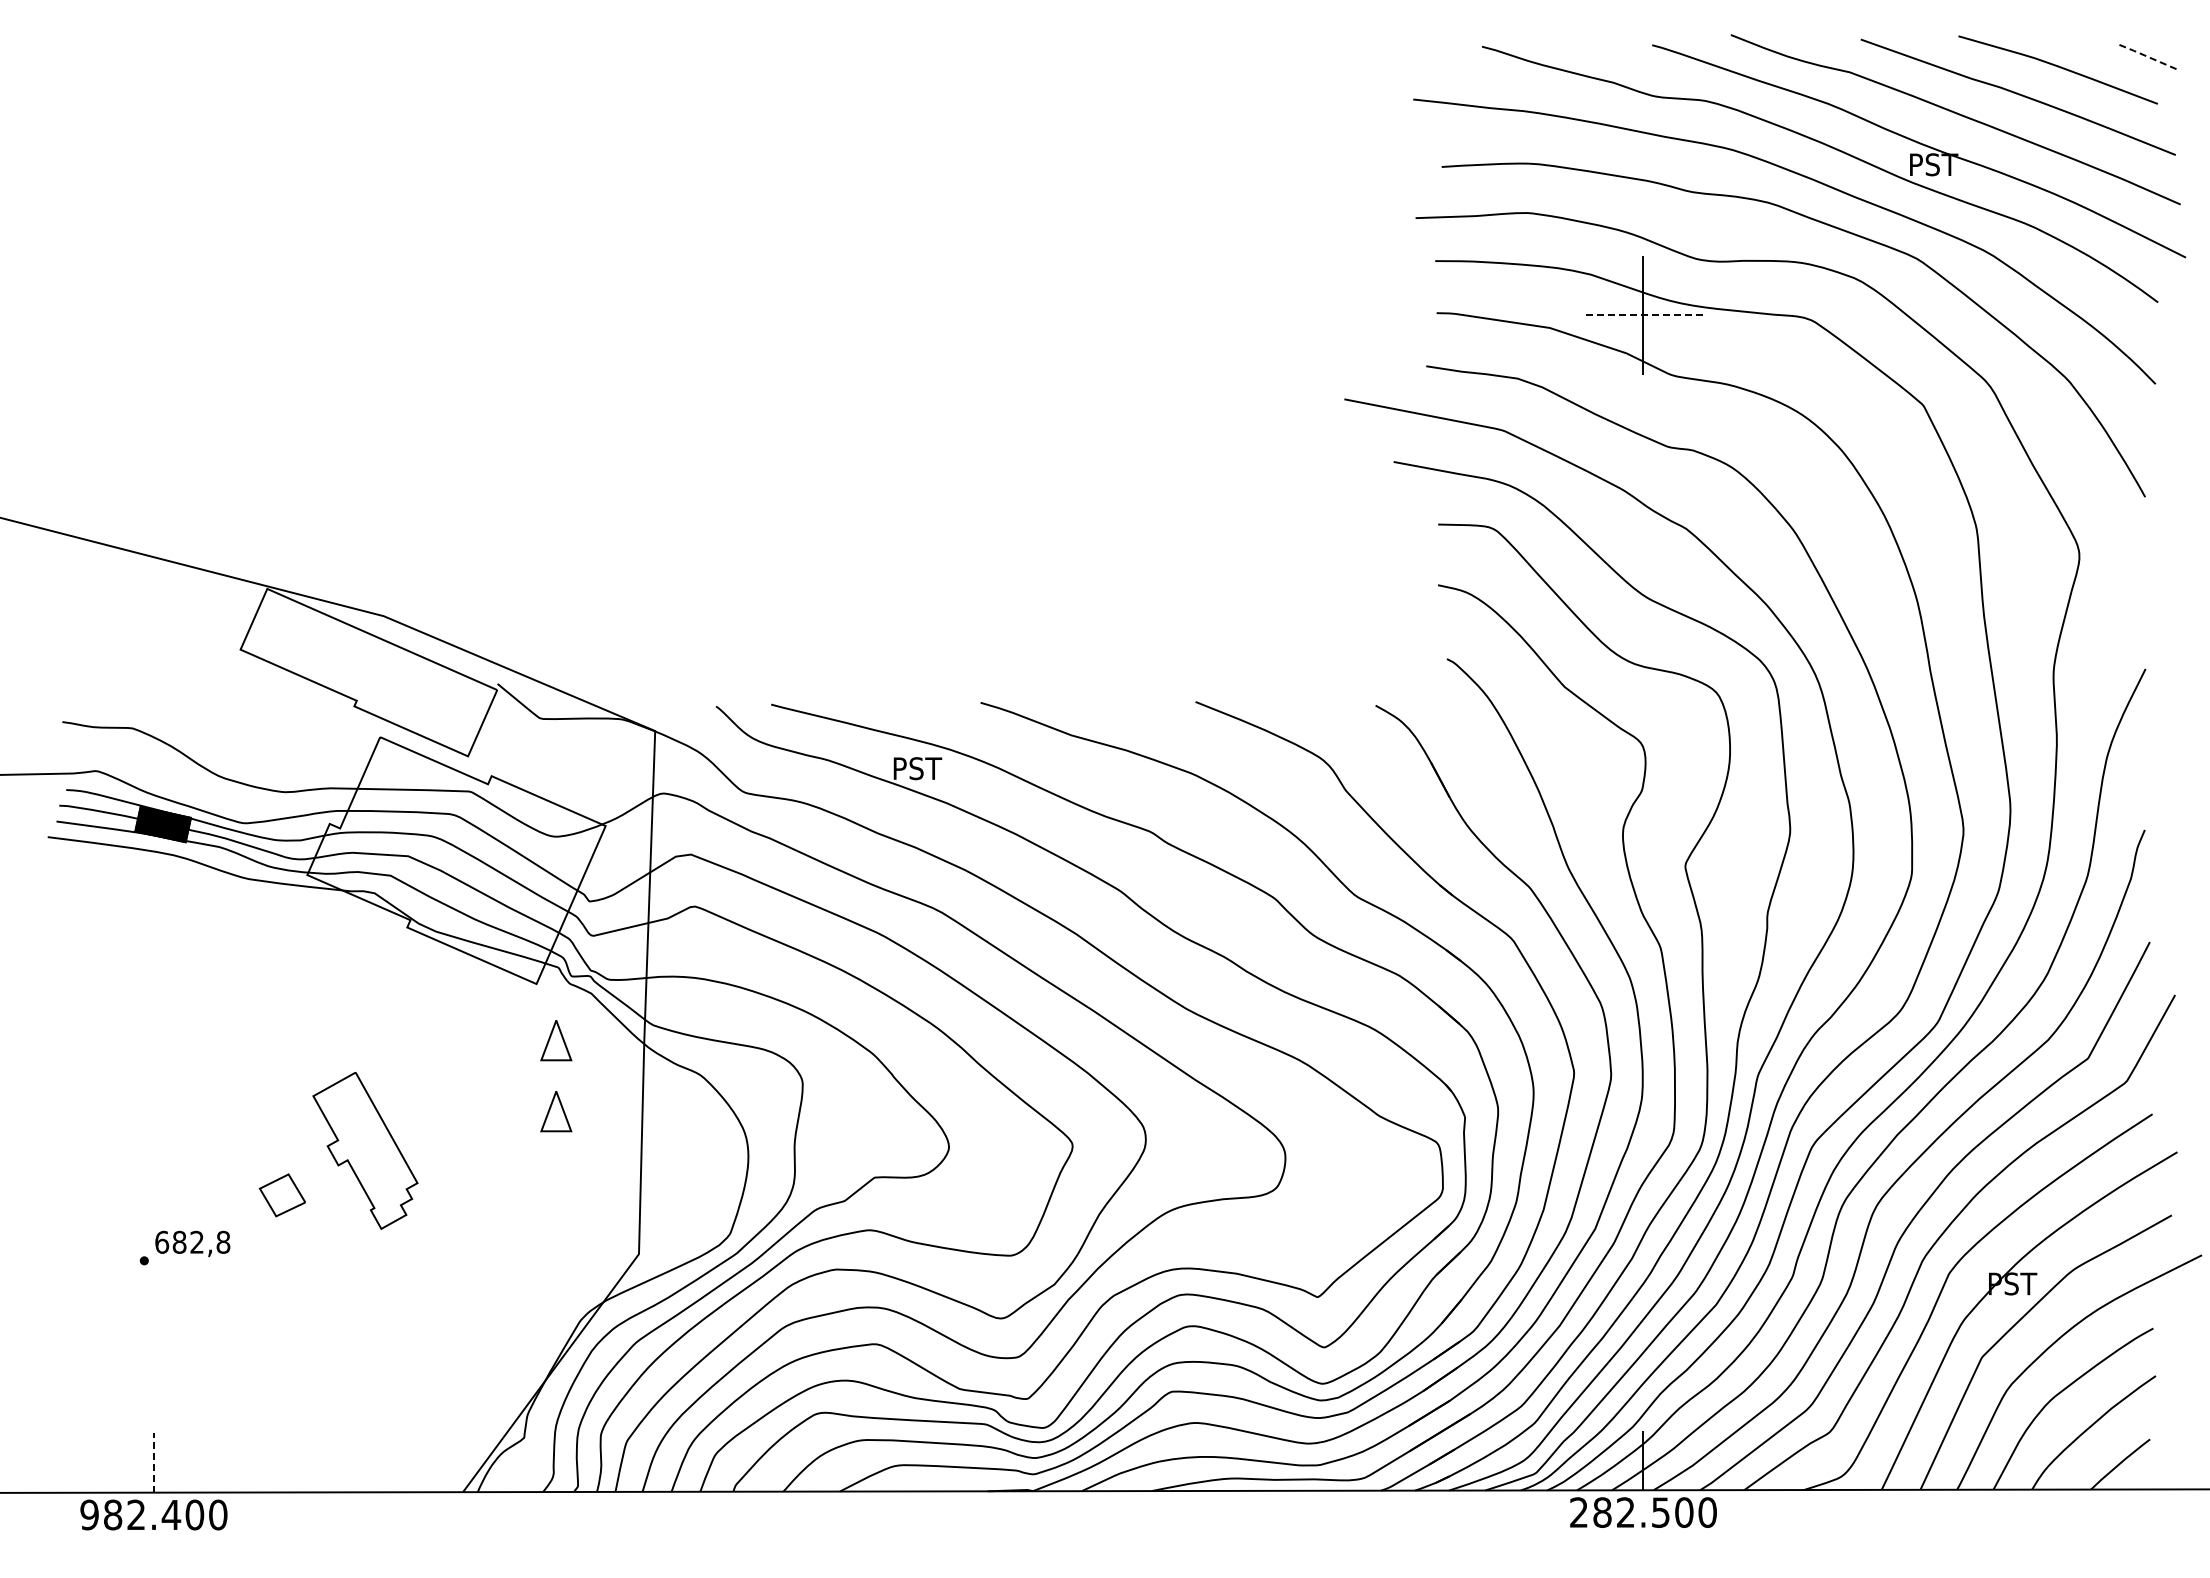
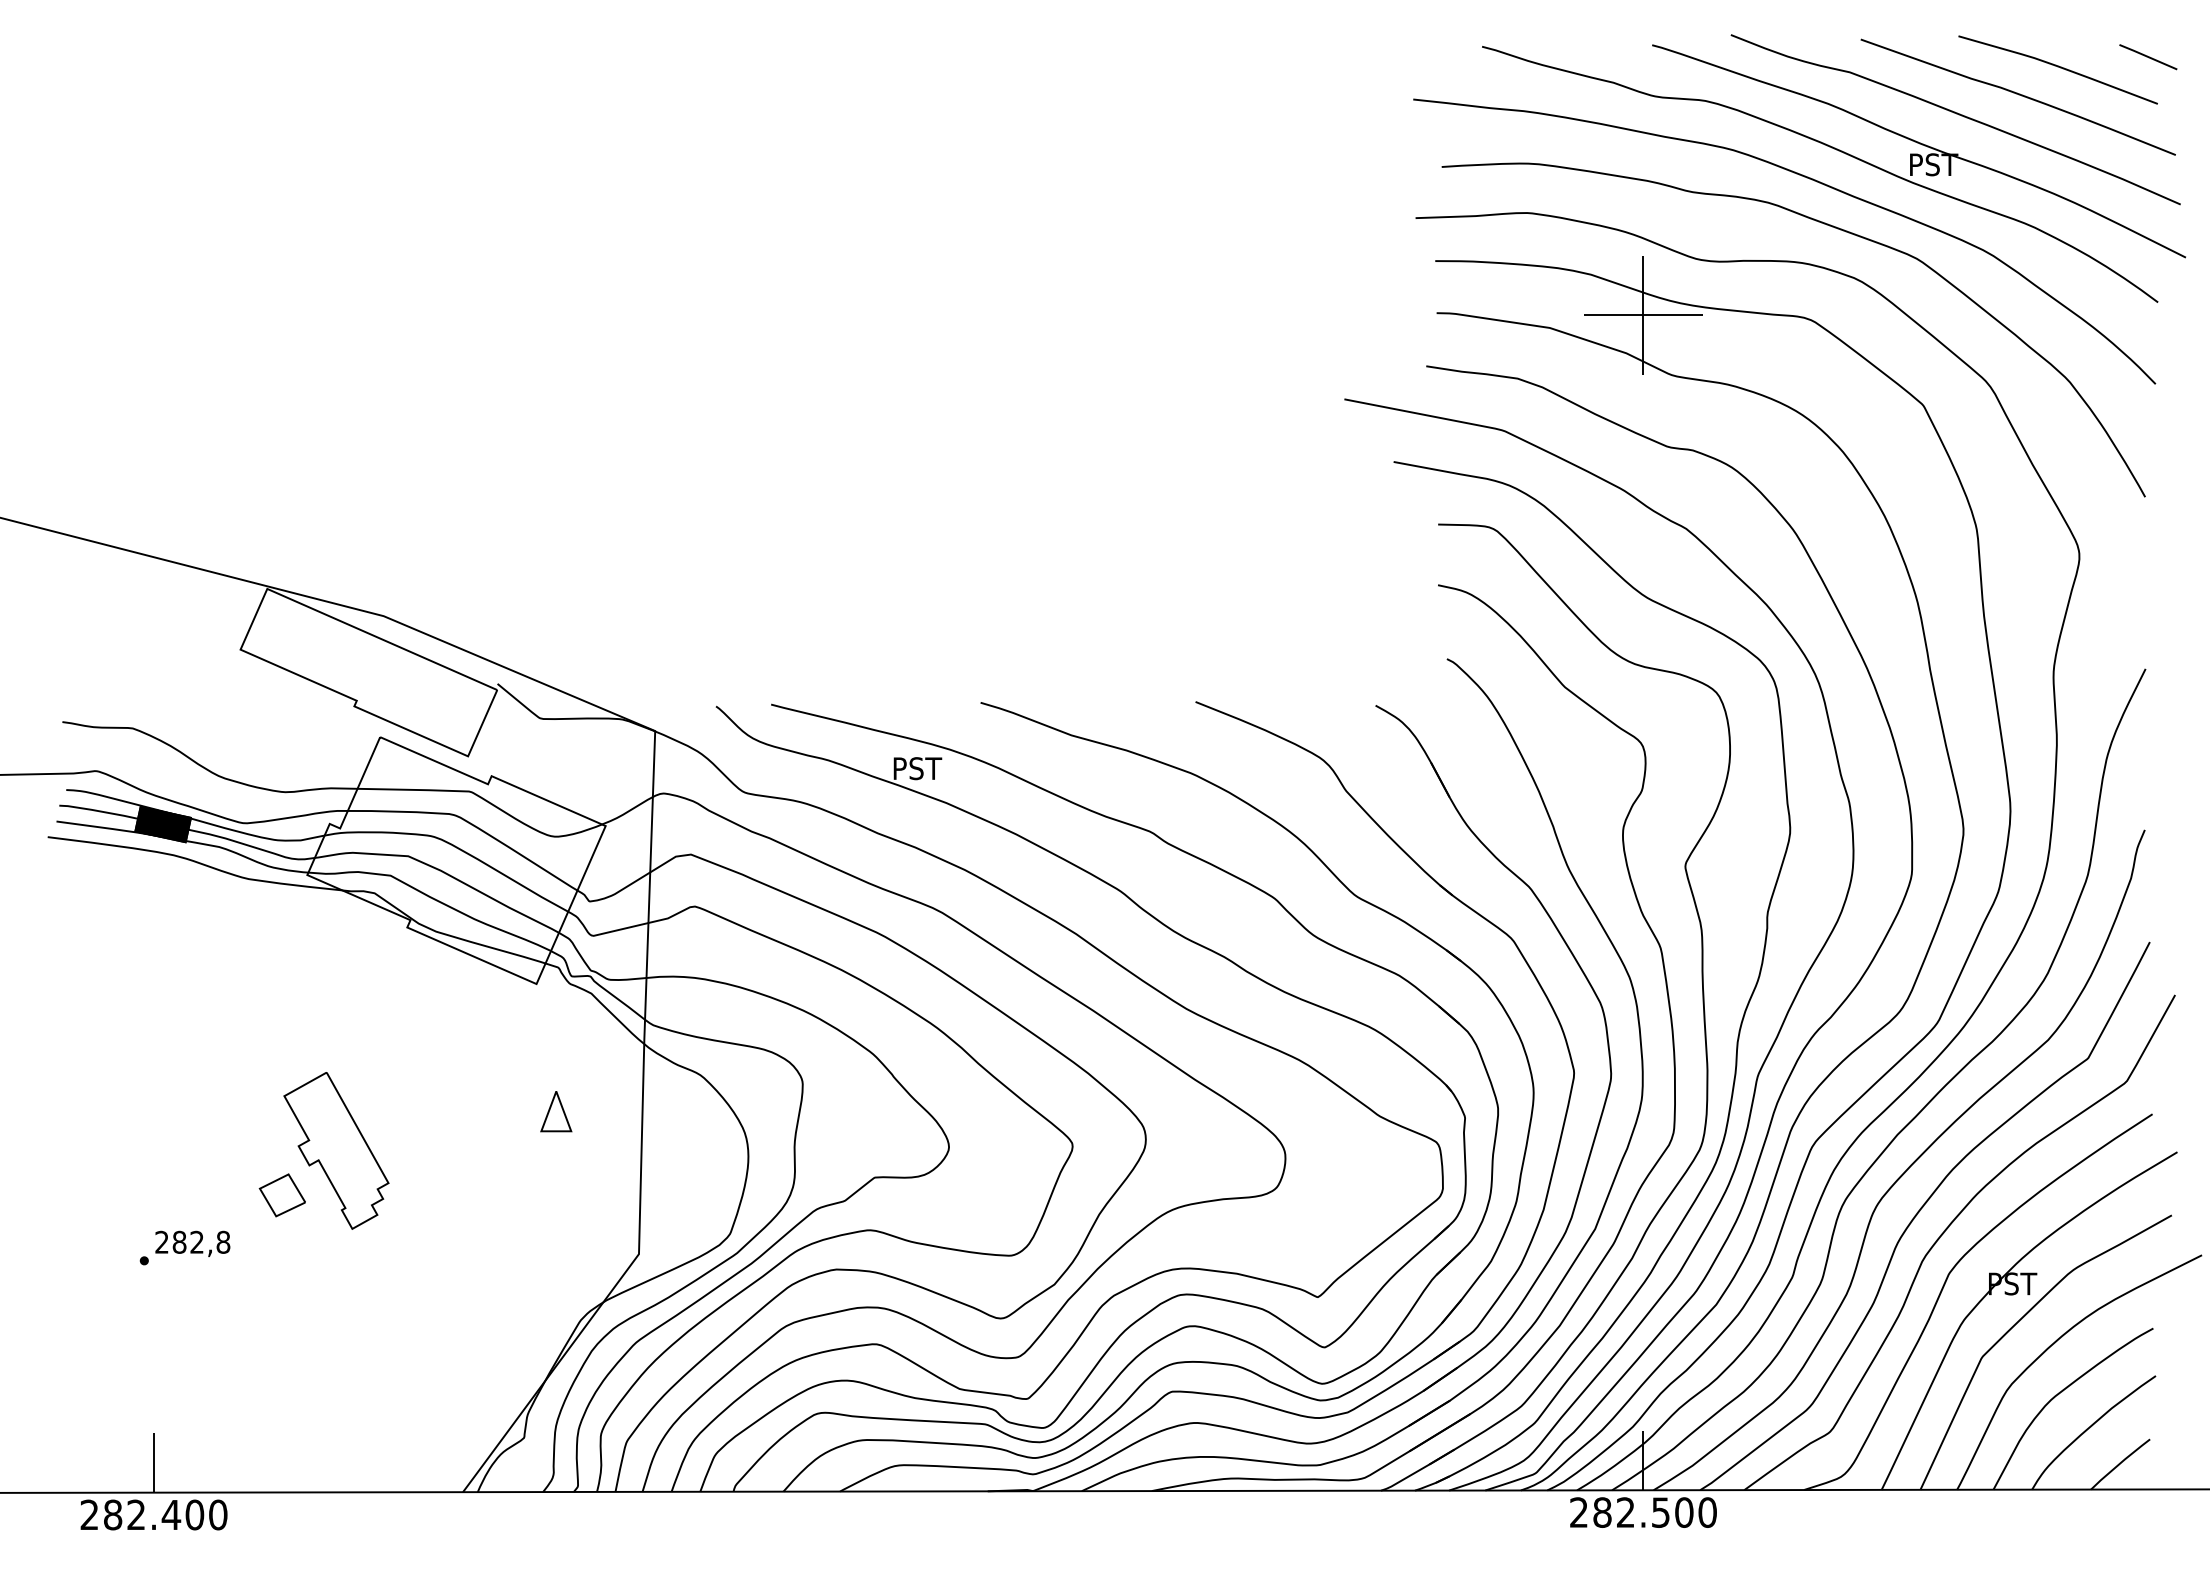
line at (2148, 57): dashed -> solid
line at (1643, 315): dashed -> solid
part at (556, 1040): present -> none
part at (365, 1150) position: (365, 1150) -> (336, 1150)
text at (162, 1241): 682,8 -> 282,8
line at (154, 1462): dashed -> solid
text at (89, 1514): 982.400 -> 282.400
